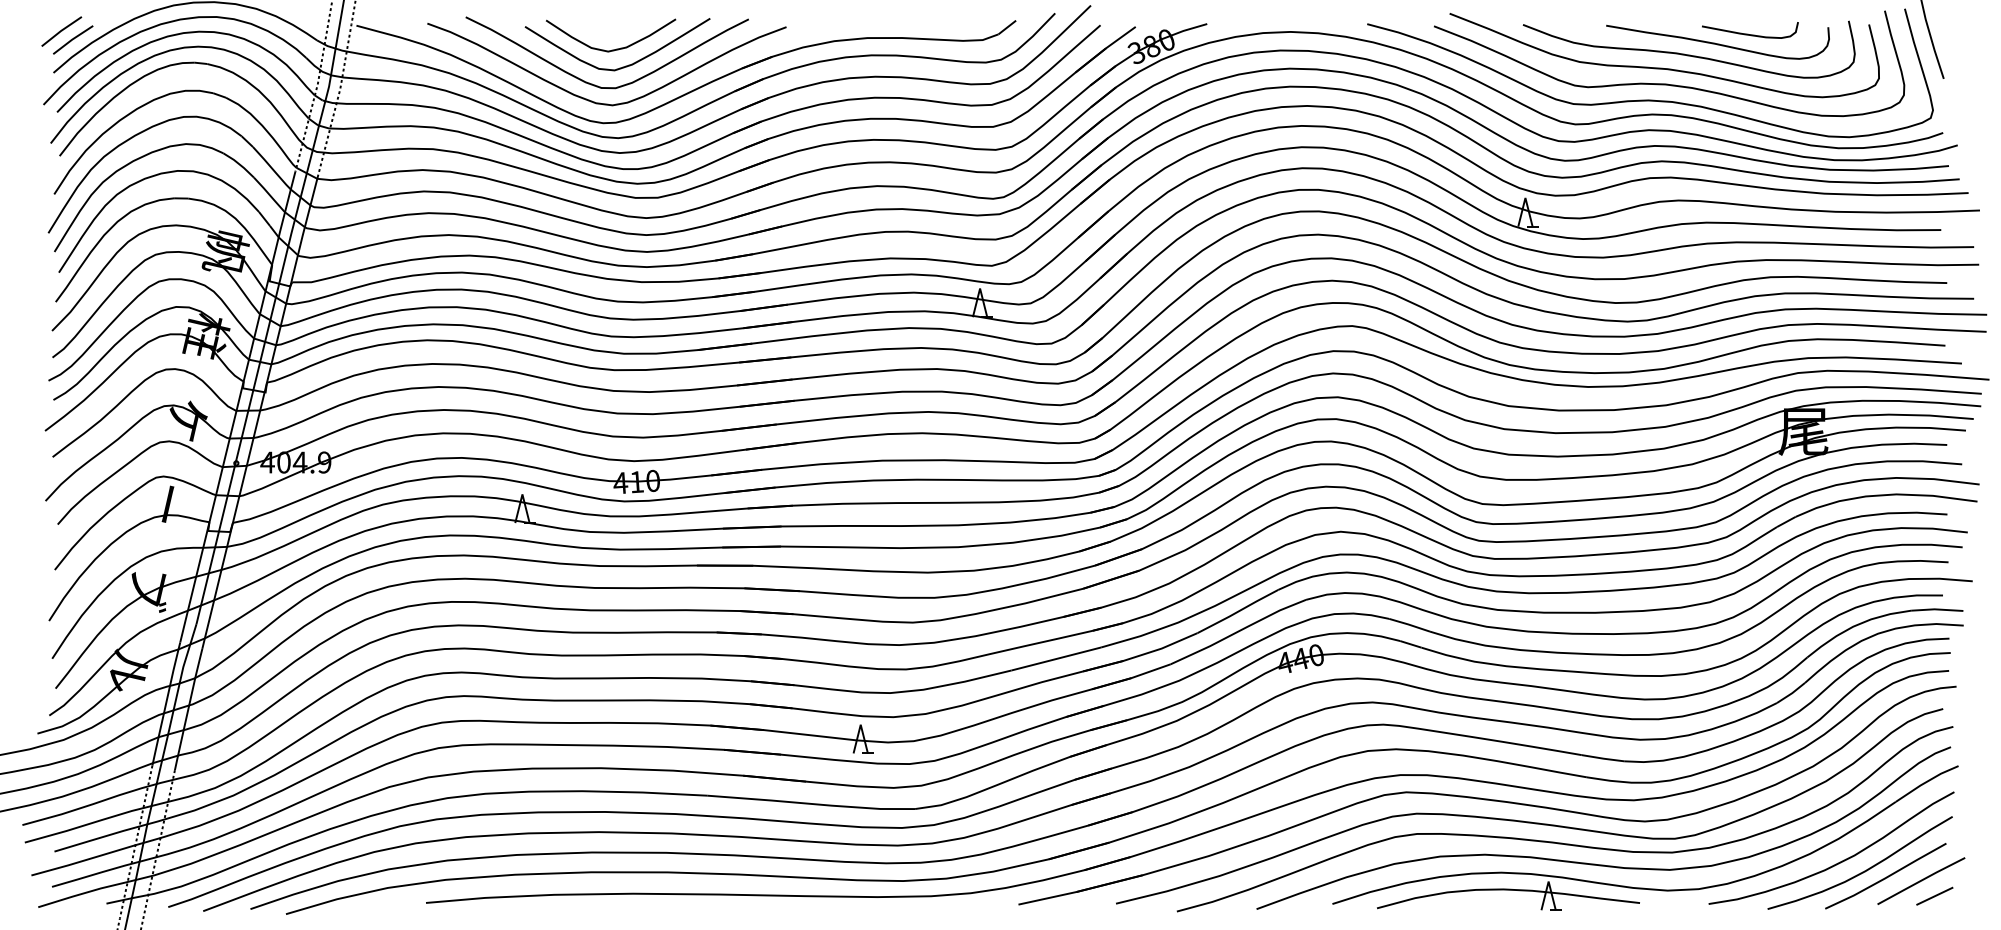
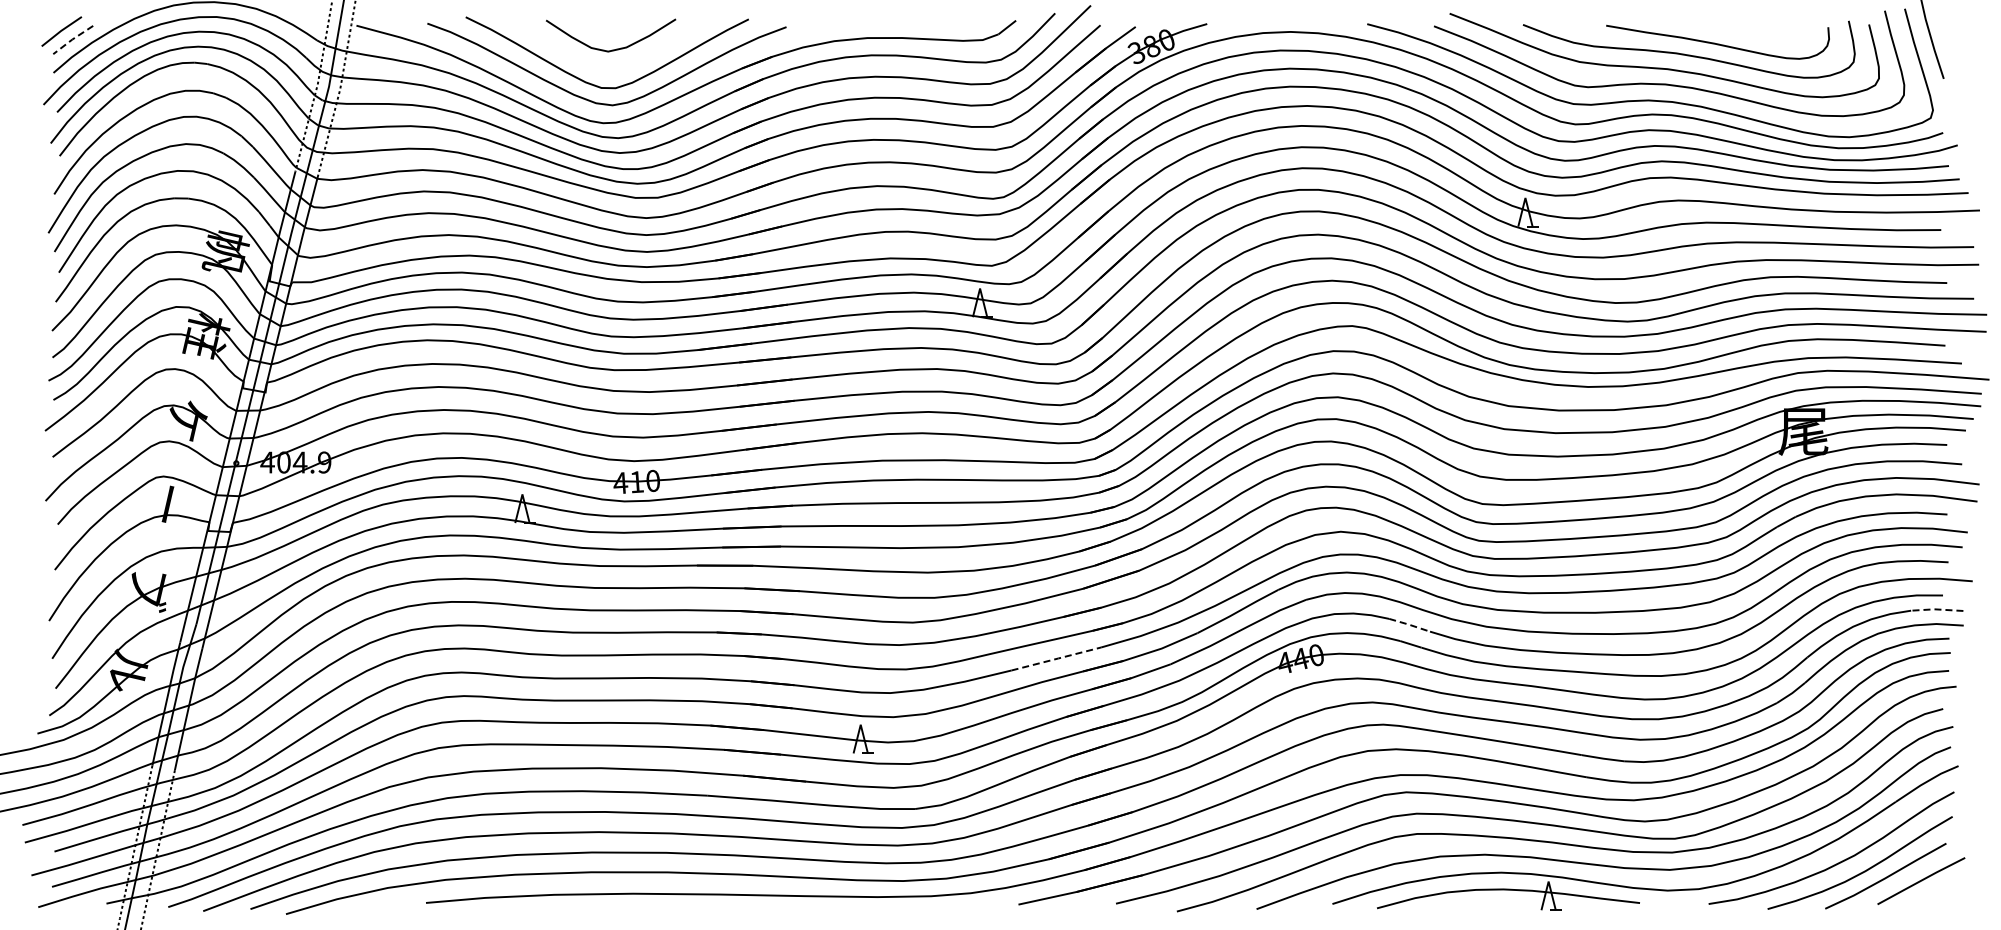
curve at (1748, 33): present -> none
line at (72, 39): solid -> dashed
curve at (625, 65): present -> none
line at (1936, 609): solid -> dashed
line at (1409, 624): solid -> dashed
line at (1057, 658): solid -> dashed
line at (1934, 895): present -> none
